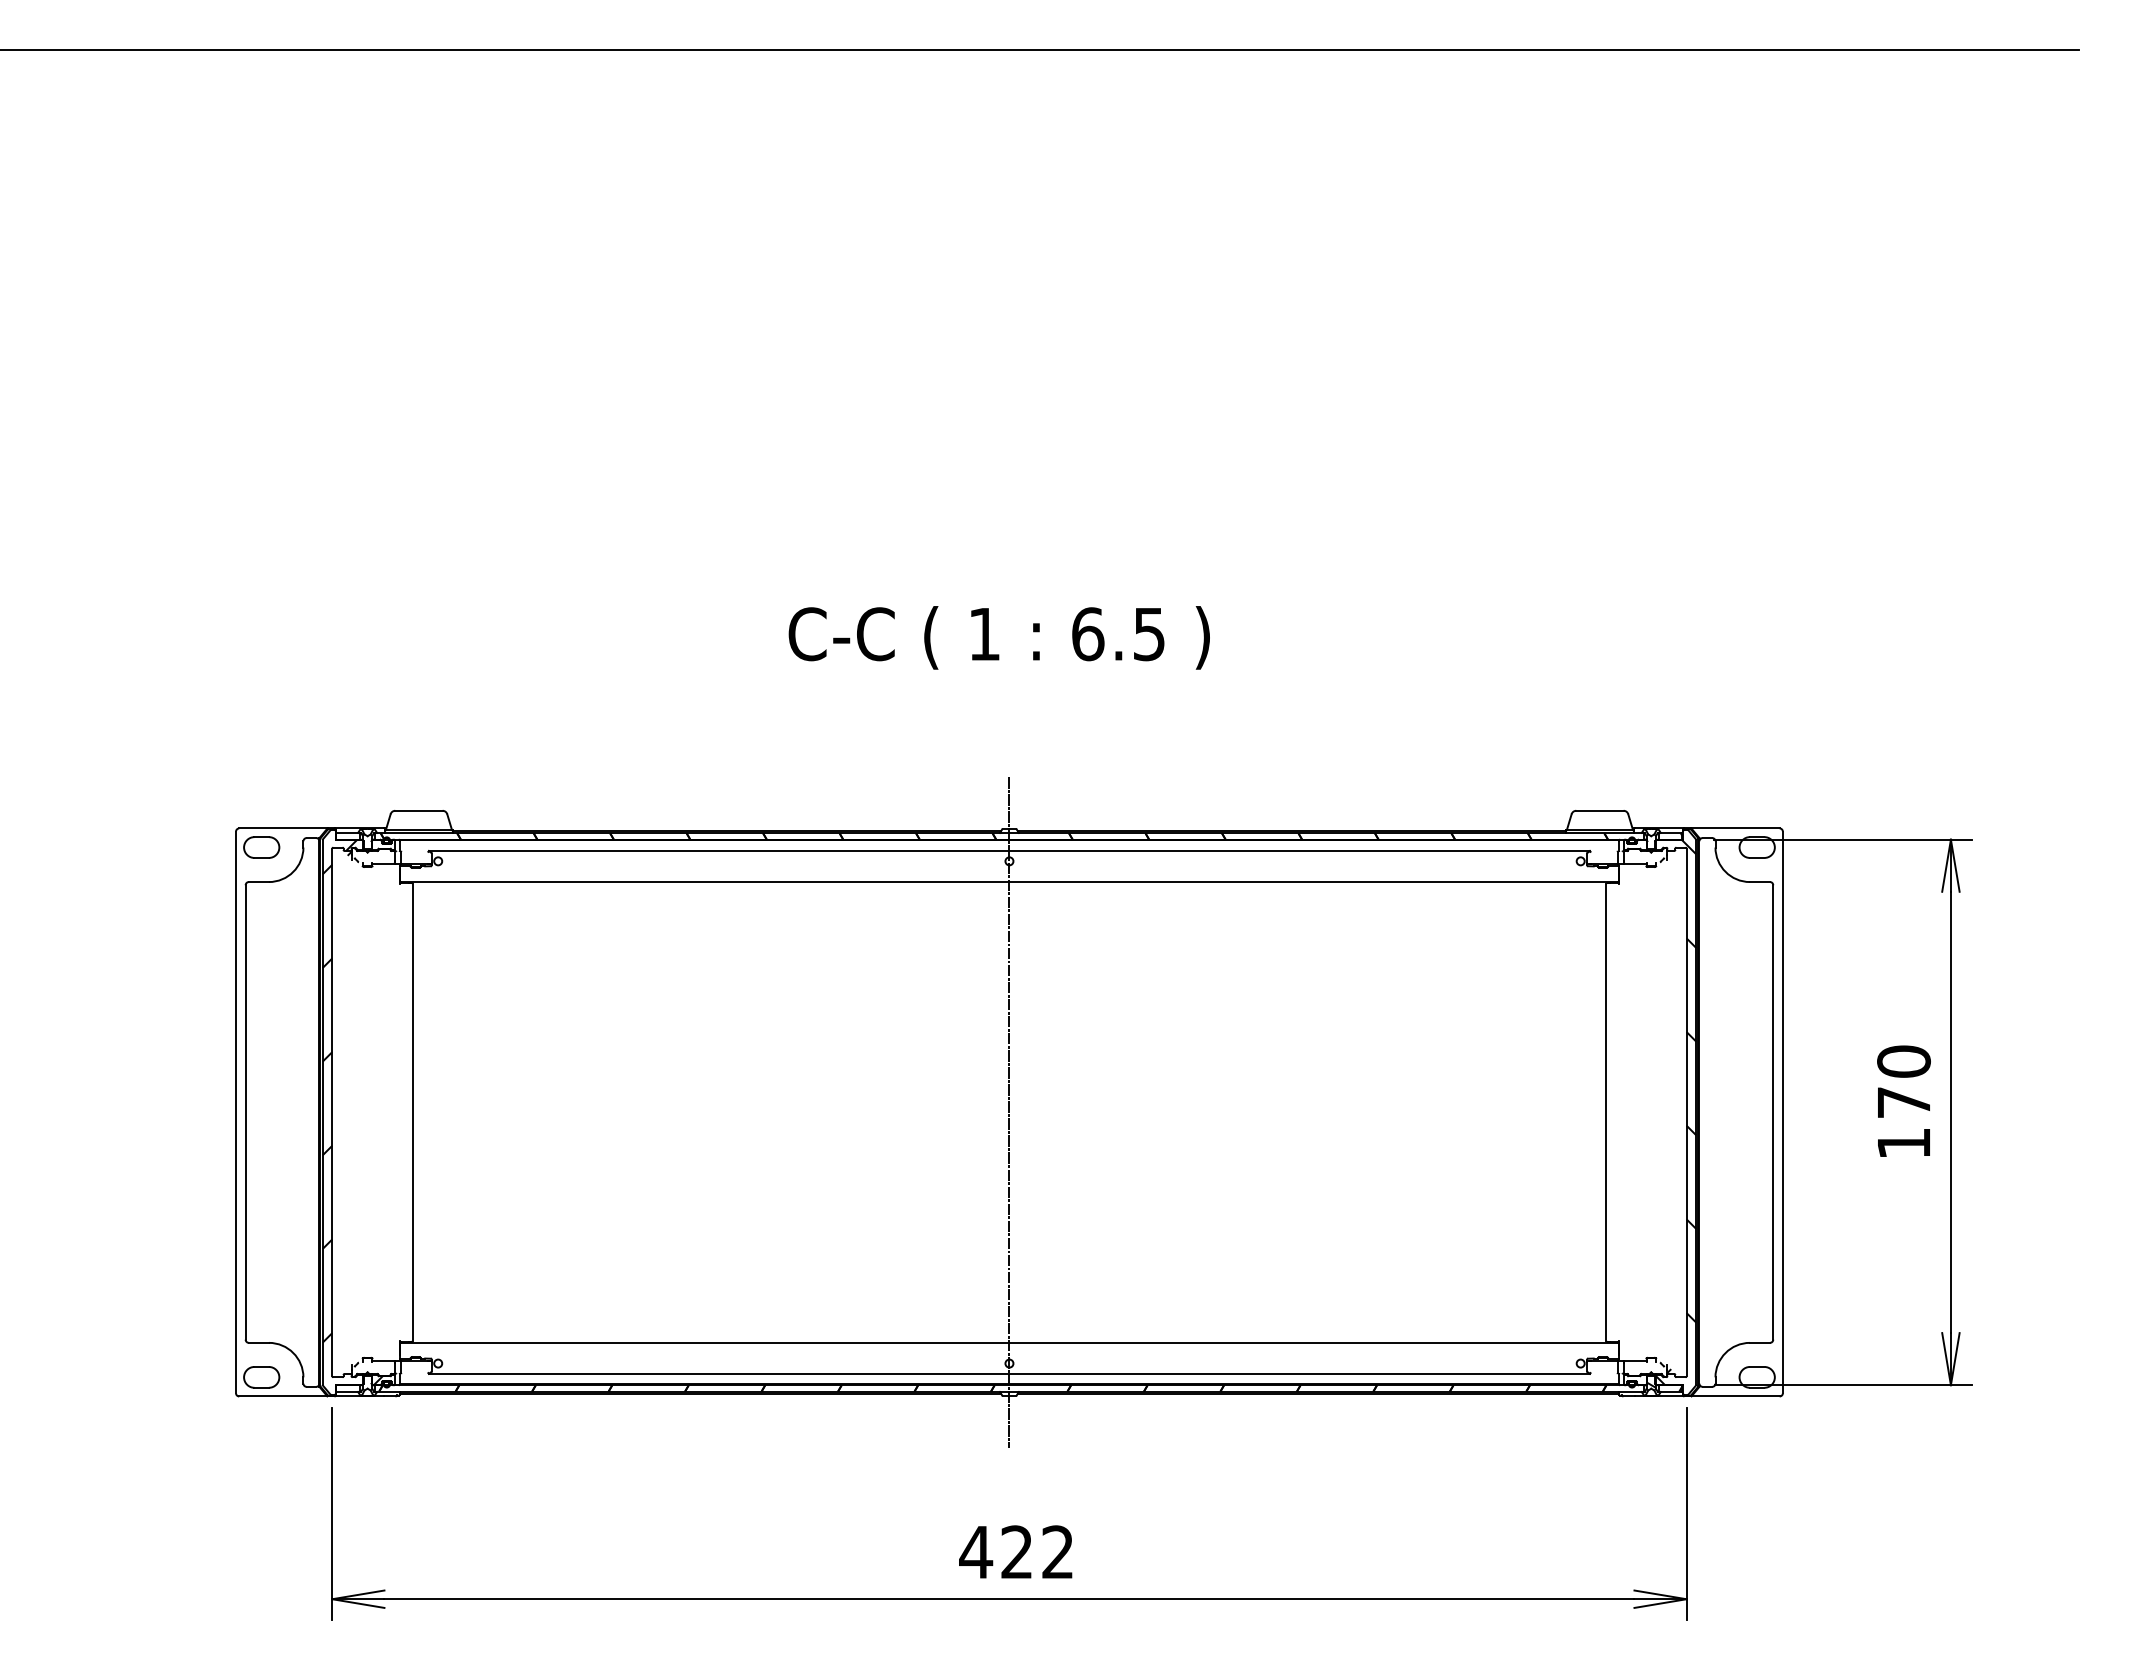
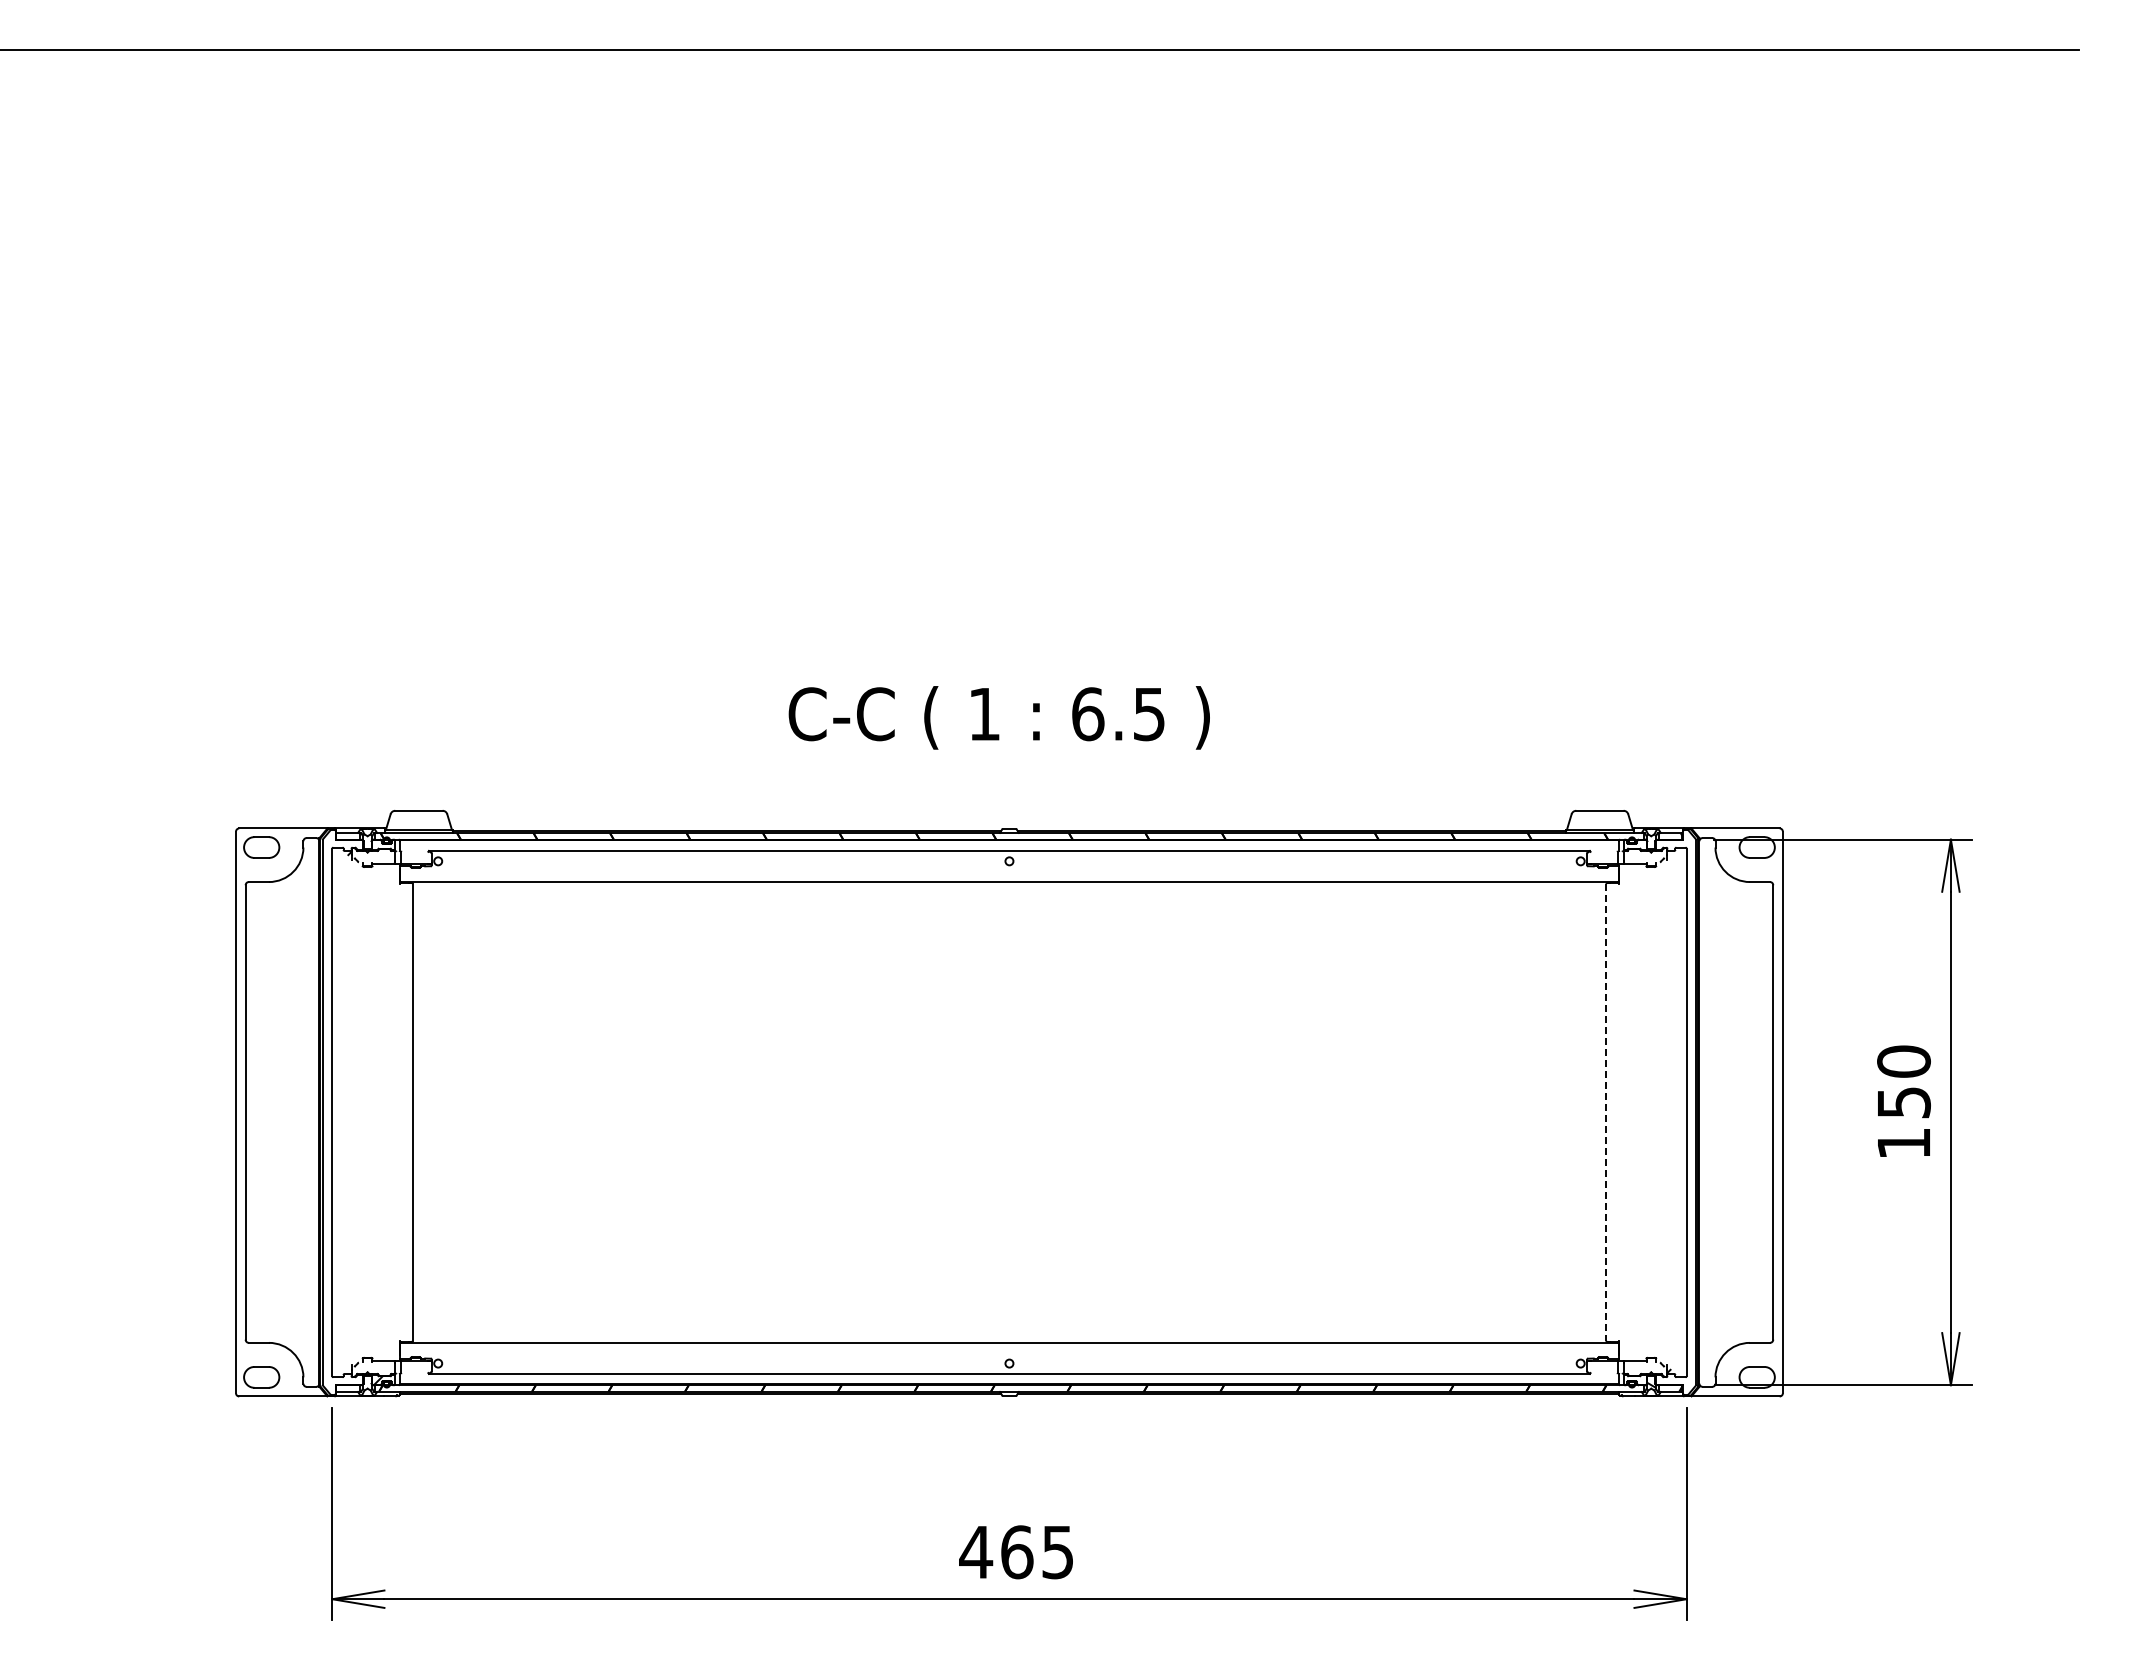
text at (998, 637) position: (998, 637) -> (998, 717)
hatch at (339, 1090): present -> none
text at (1904, 1102): 170 -> 150
line at (1009, 1112): present -> none
line at (1606, 1112): solid -> dashed
hatch at (1675, 1112): present -> none
text at (1036, 1552): 422 -> 465
